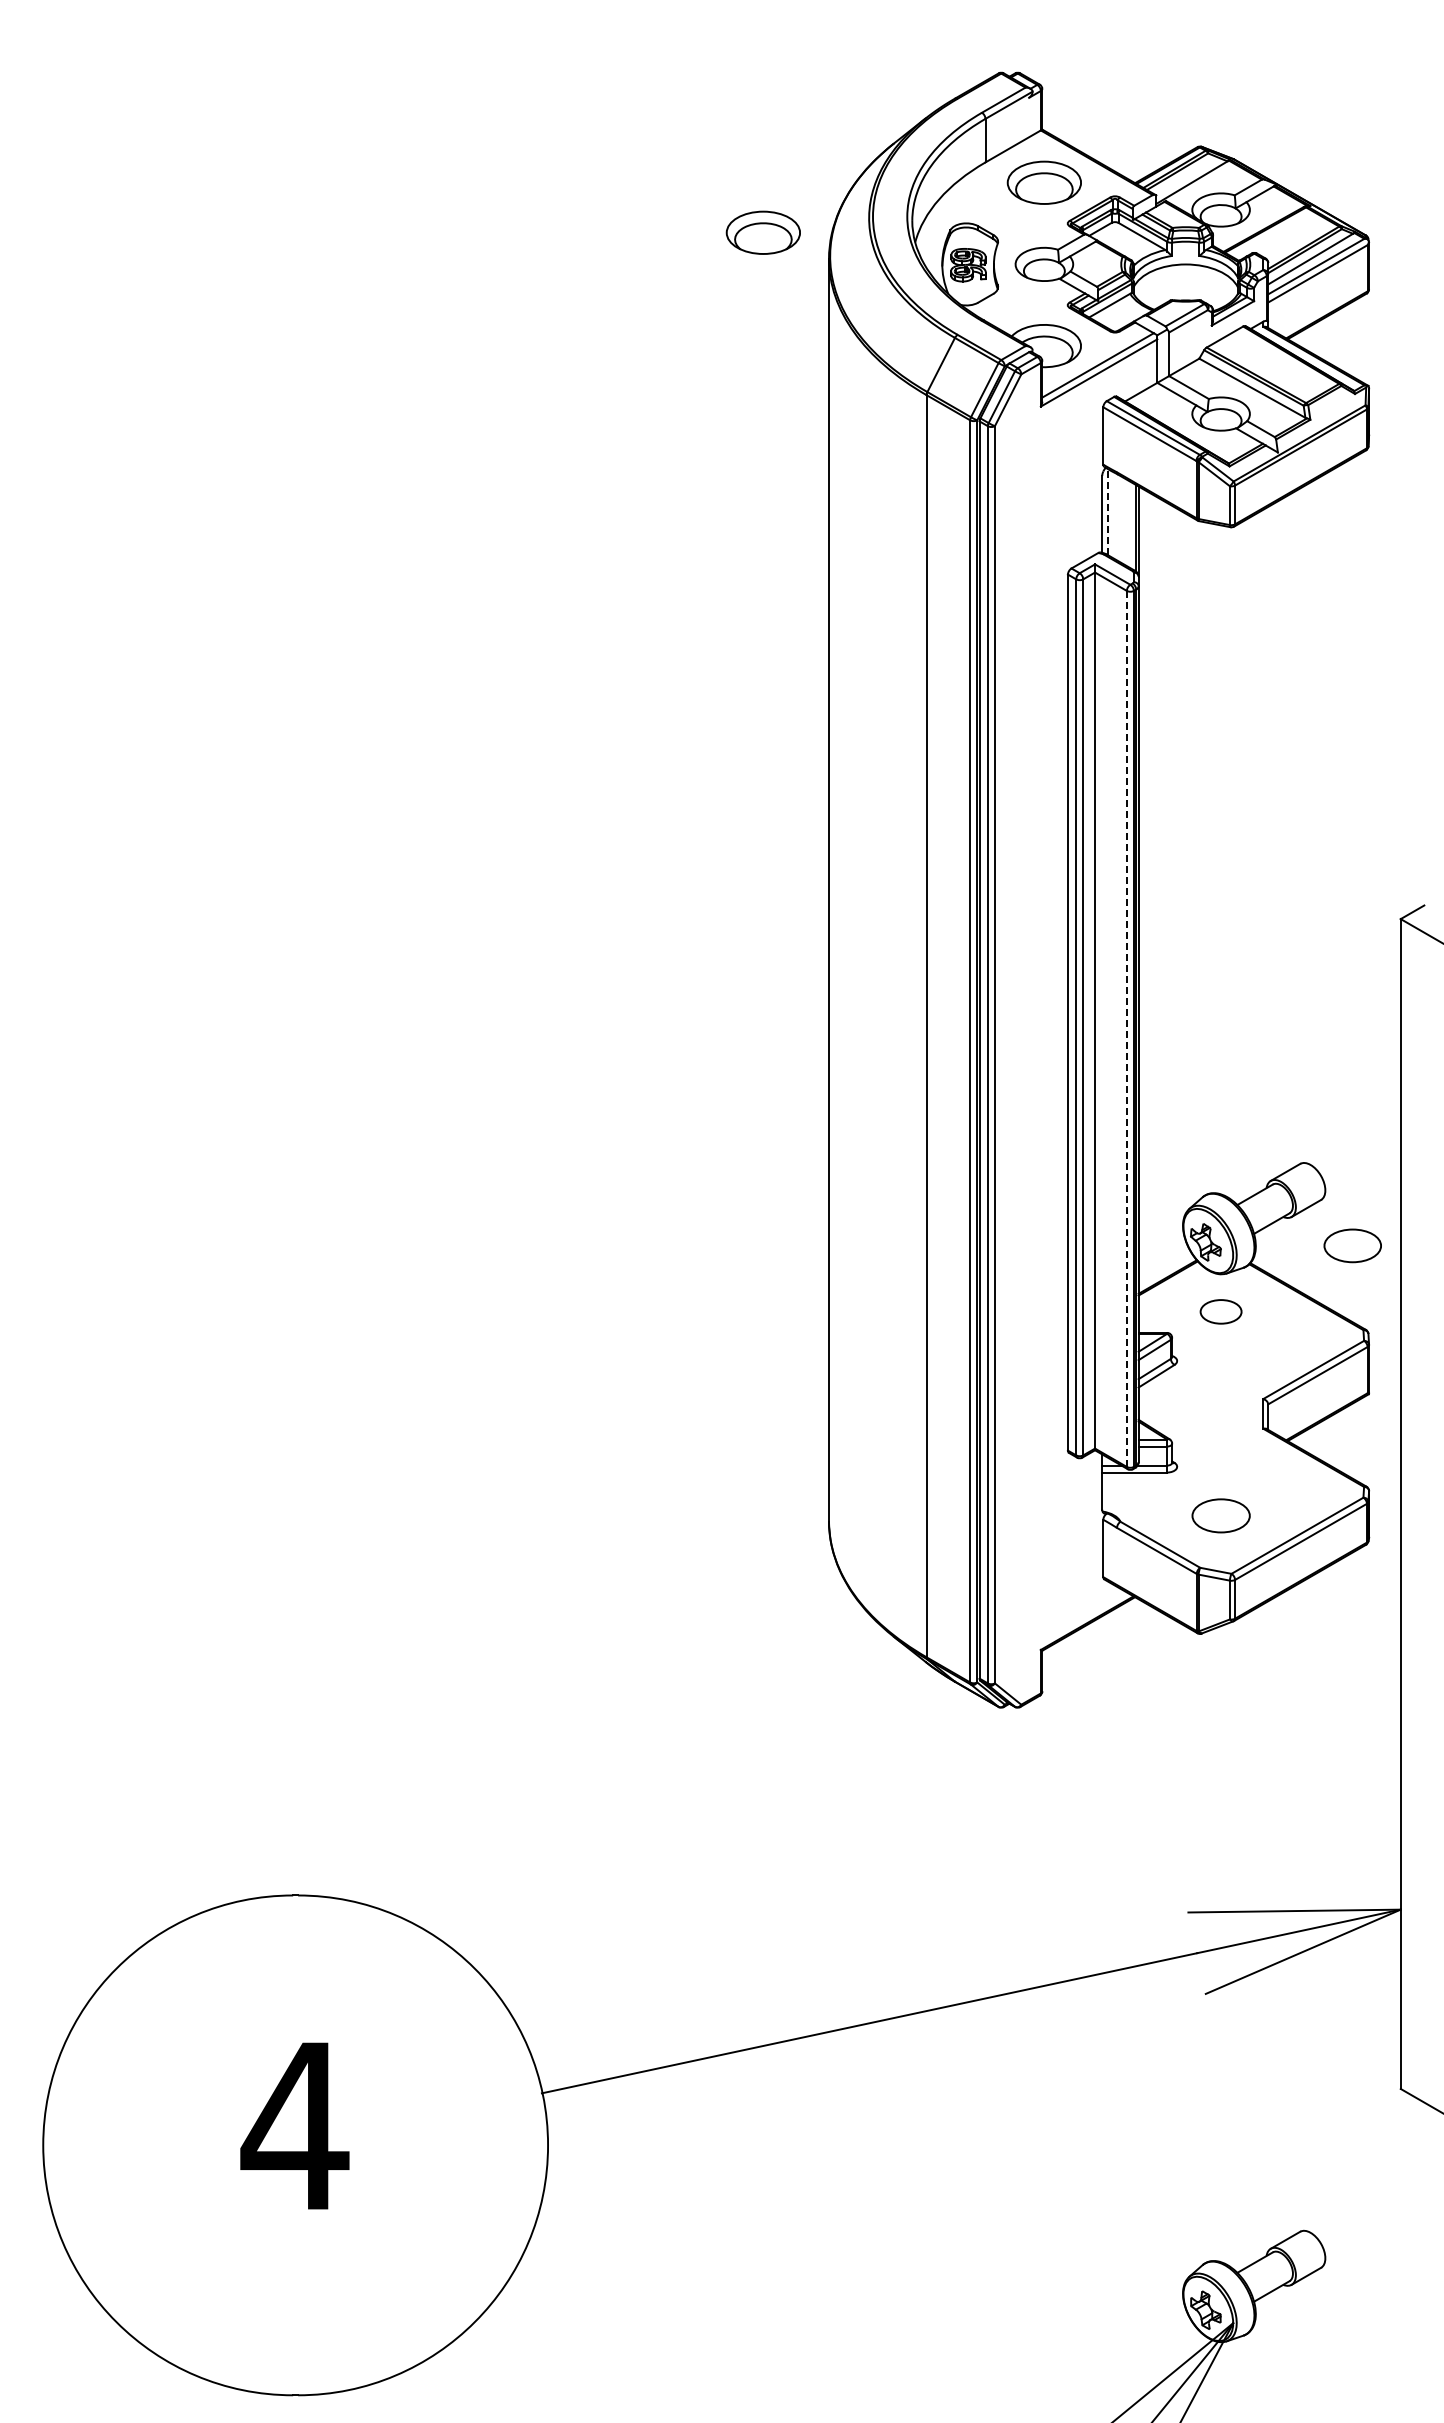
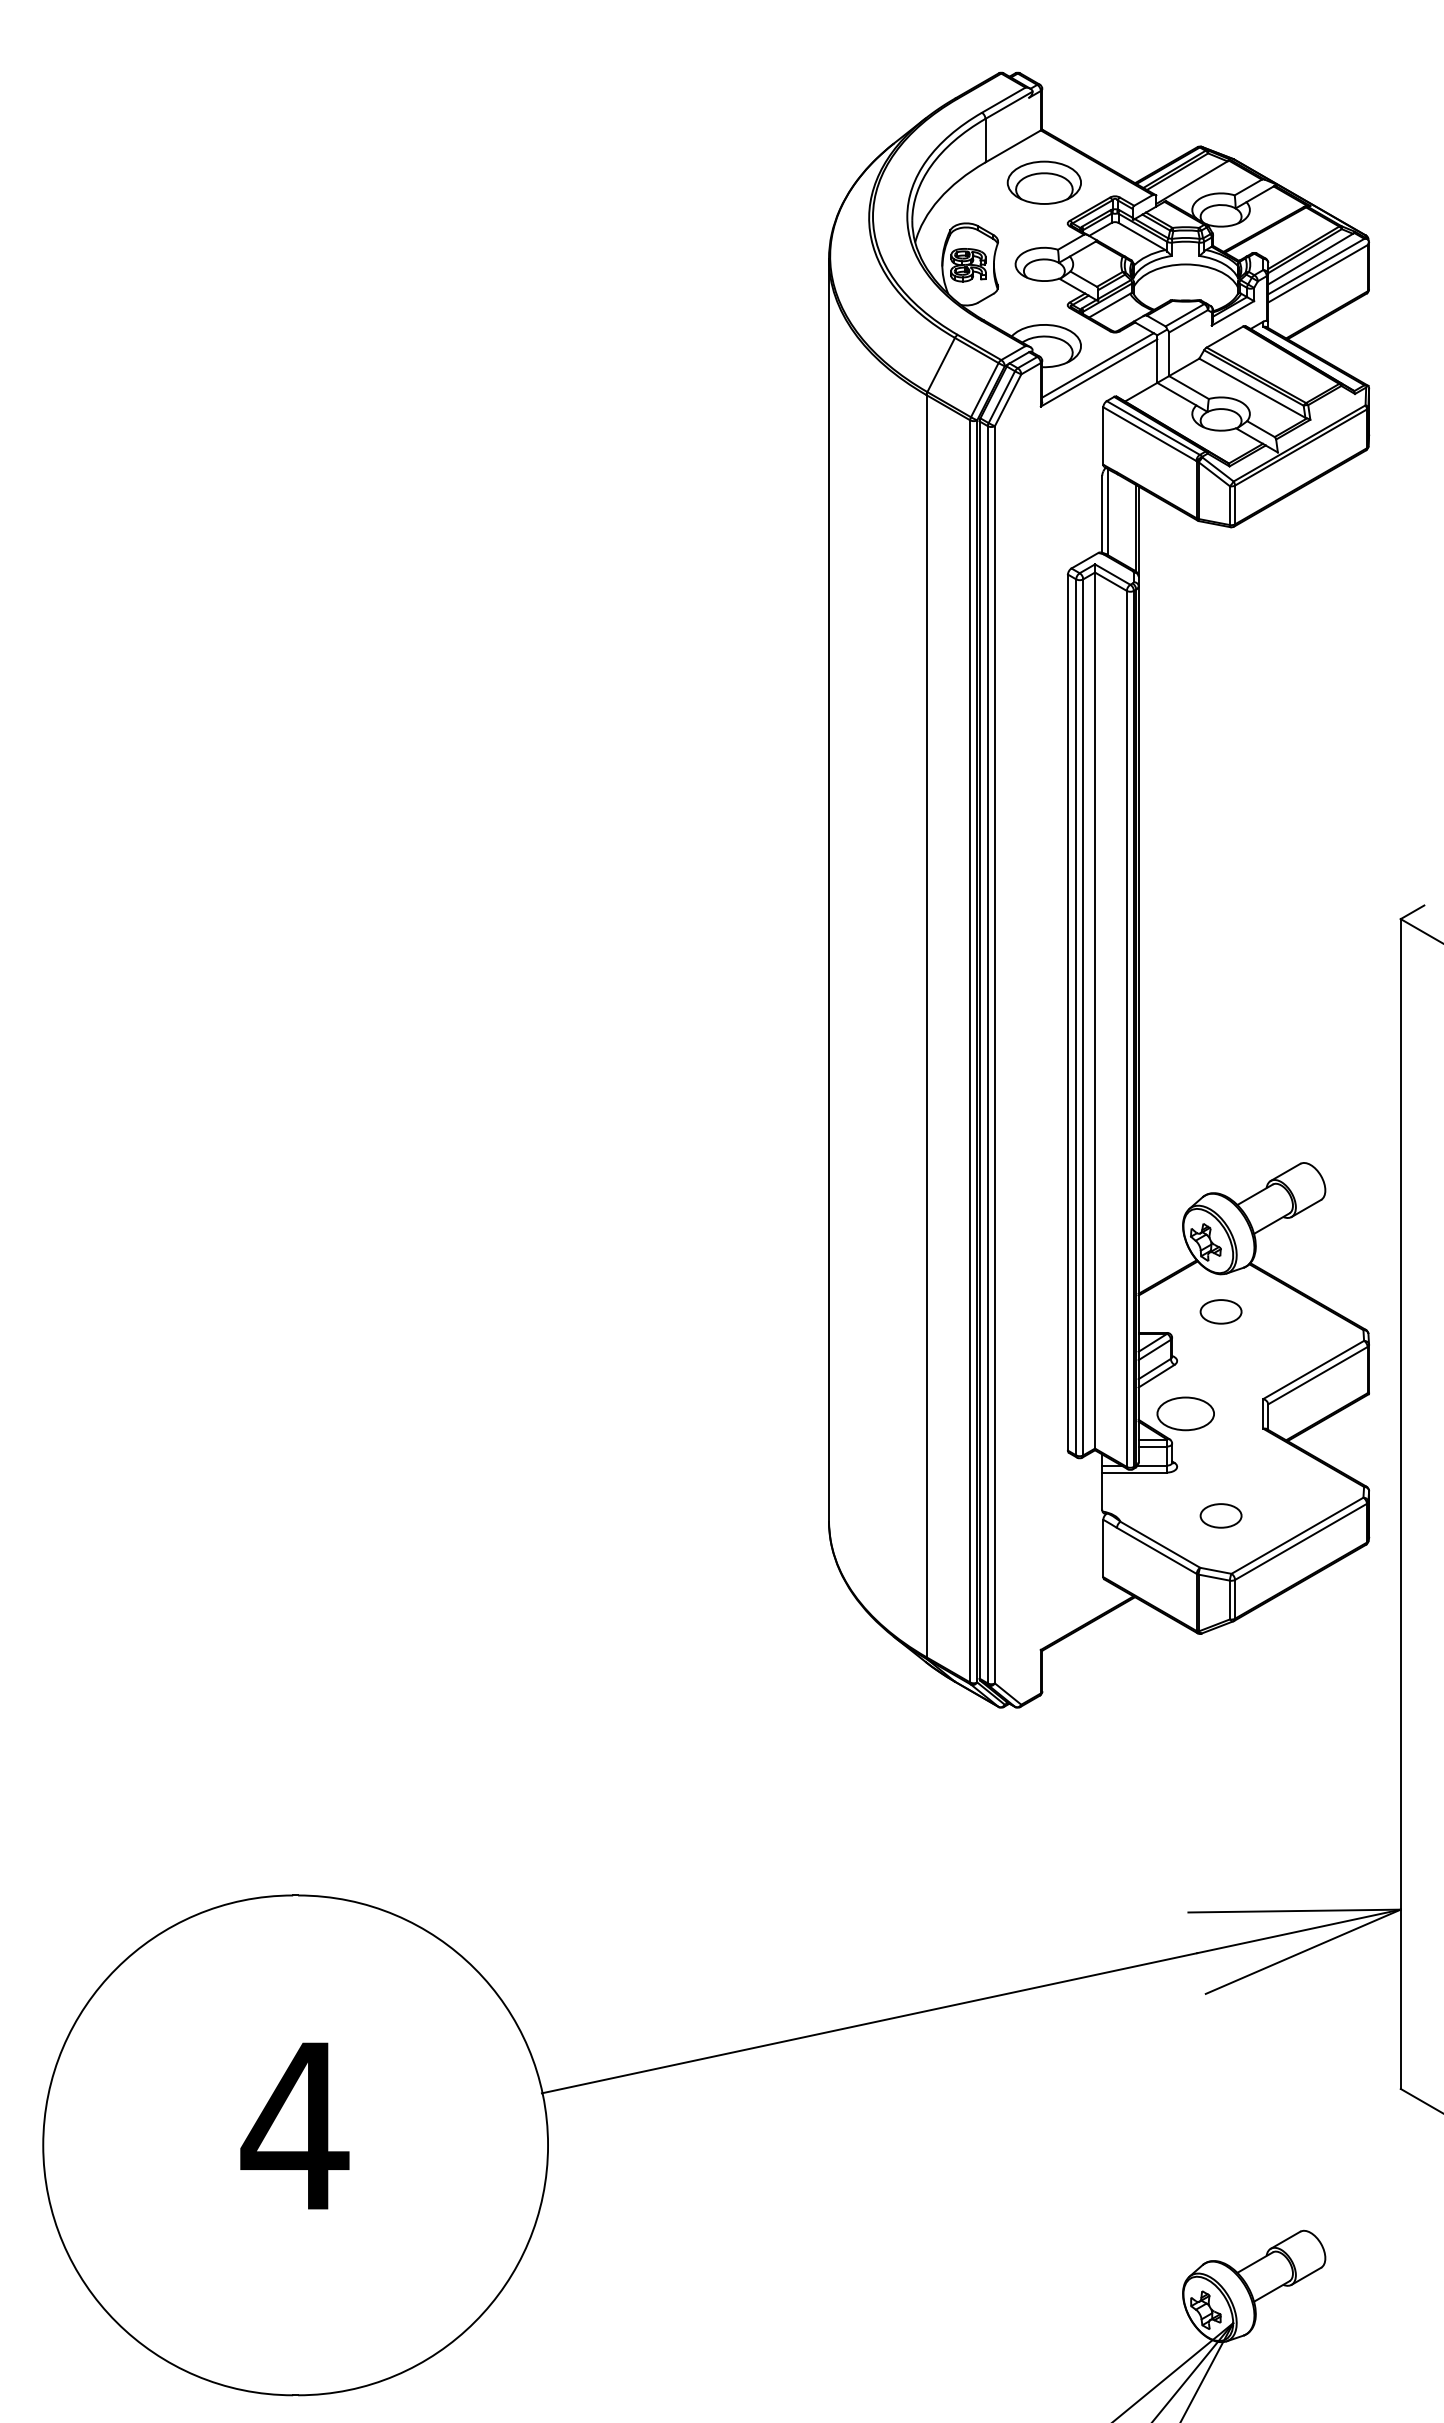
part at (762, 232): present -> none
line at (1108, 511): dashed -> solid
line at (1126, 1029): dashed -> solid
part at (1352, 1245) position: (1352, 1245) -> (1185, 1413)
part at (1220, 1515) size: 60x36 px -> 44x26 px
